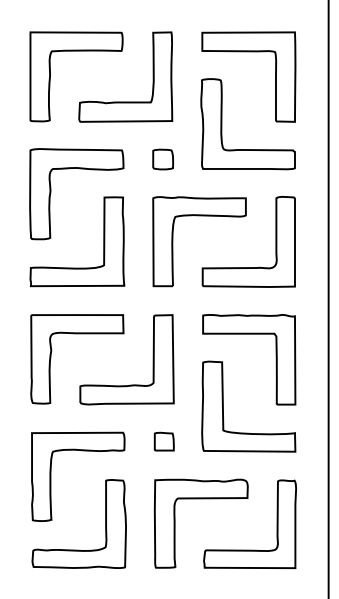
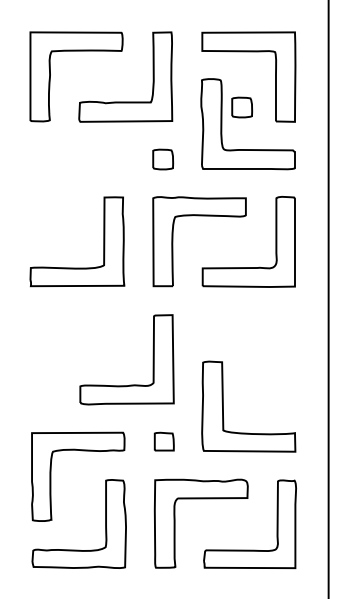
part at (242, 107): none -> present
part at (51, 193): present -> none
part at (77, 334): present -> none
part at (249, 334): present -> none
